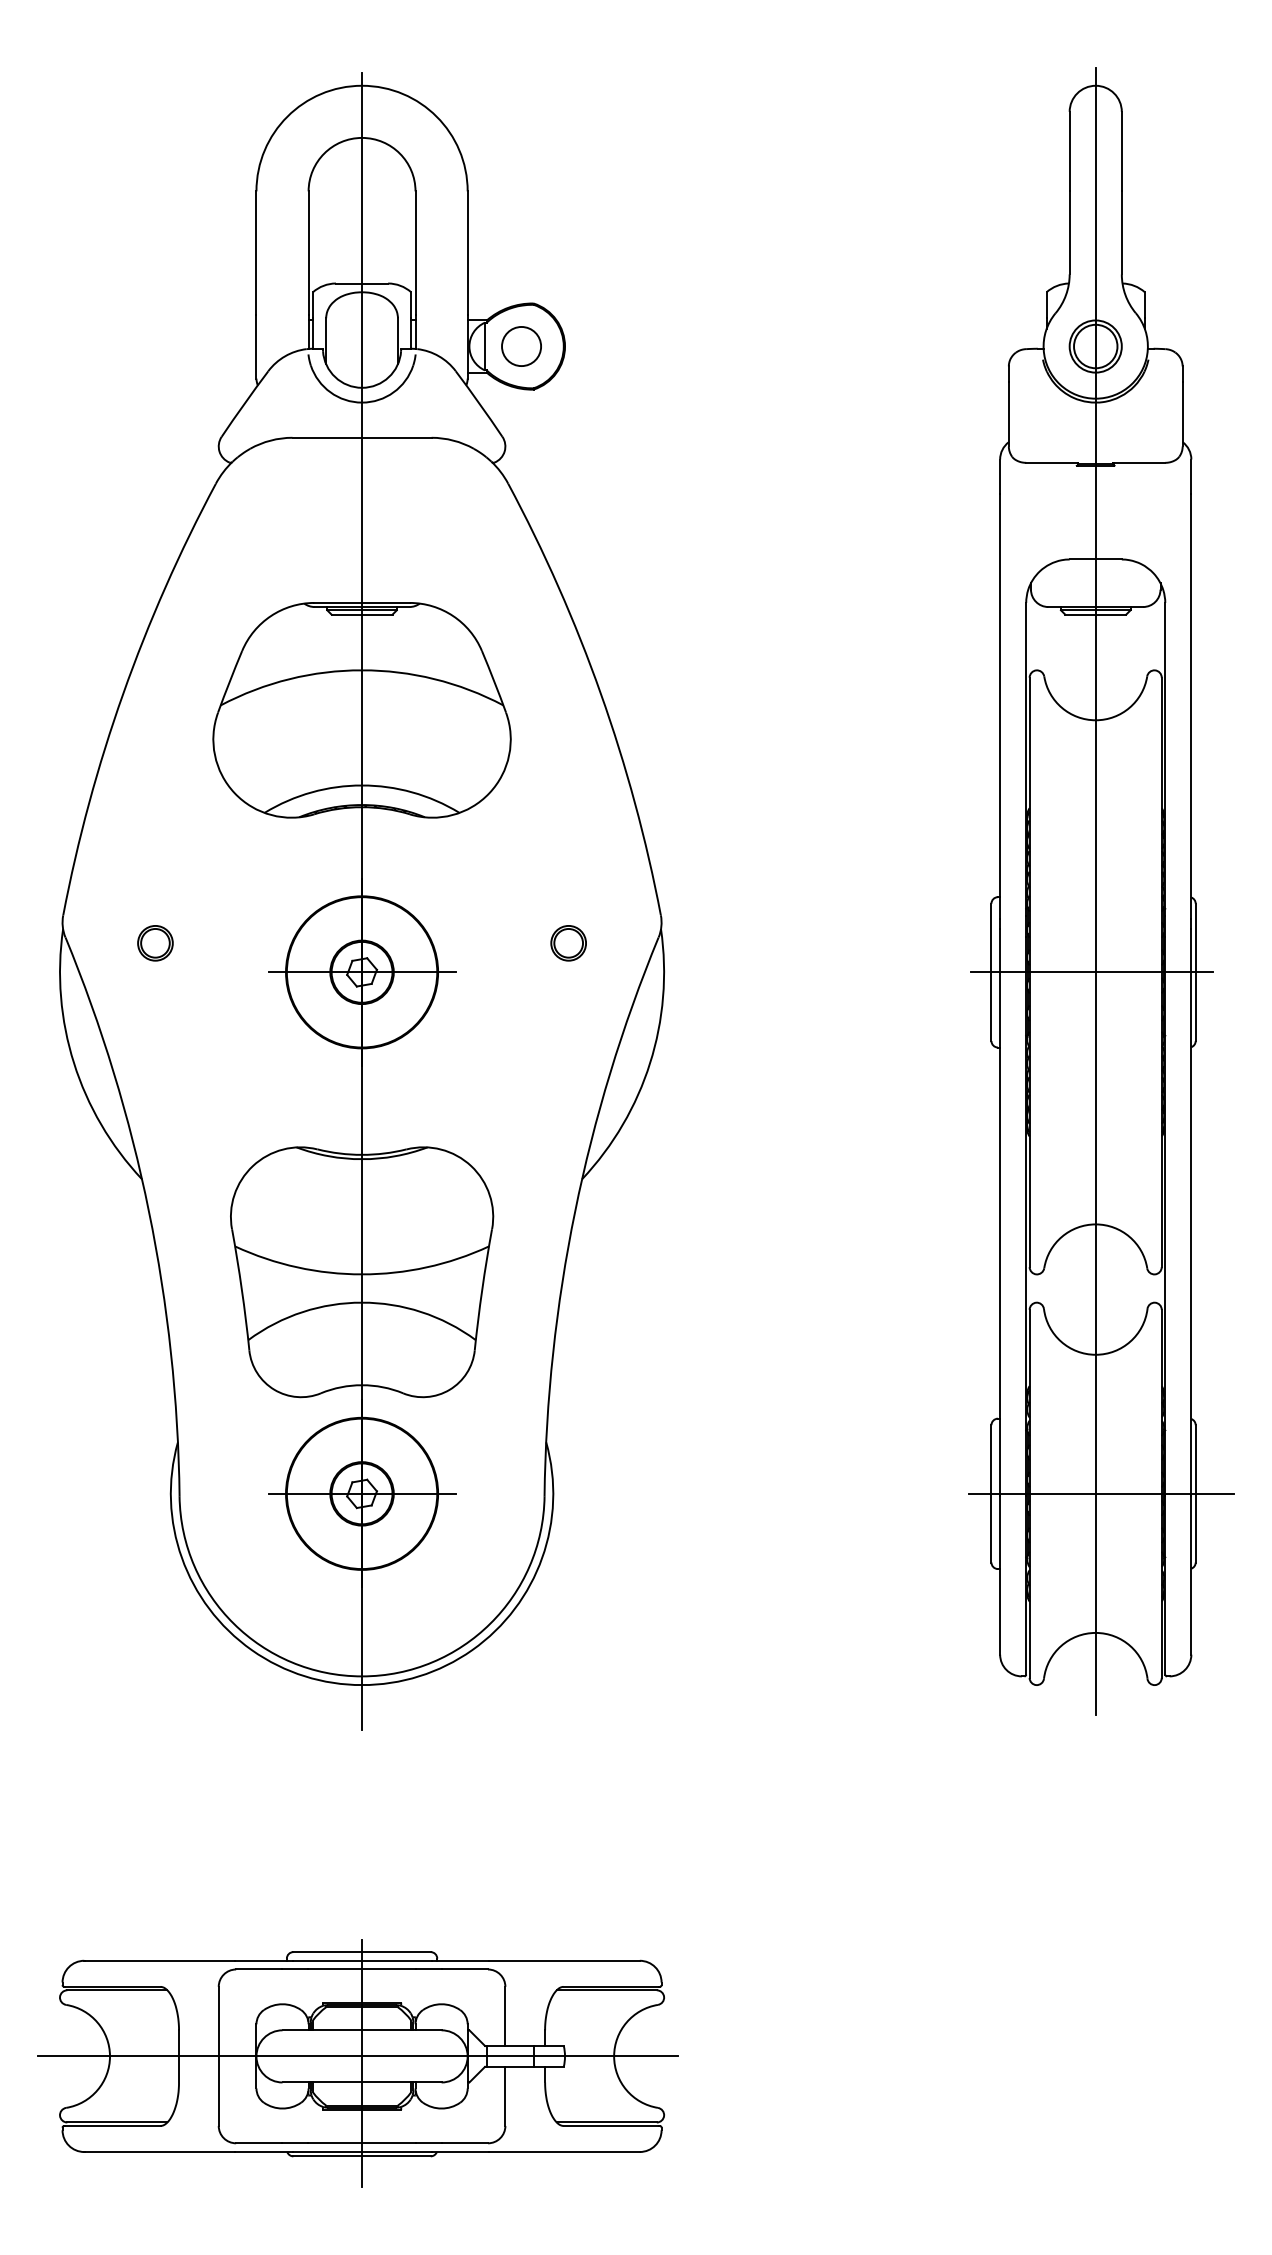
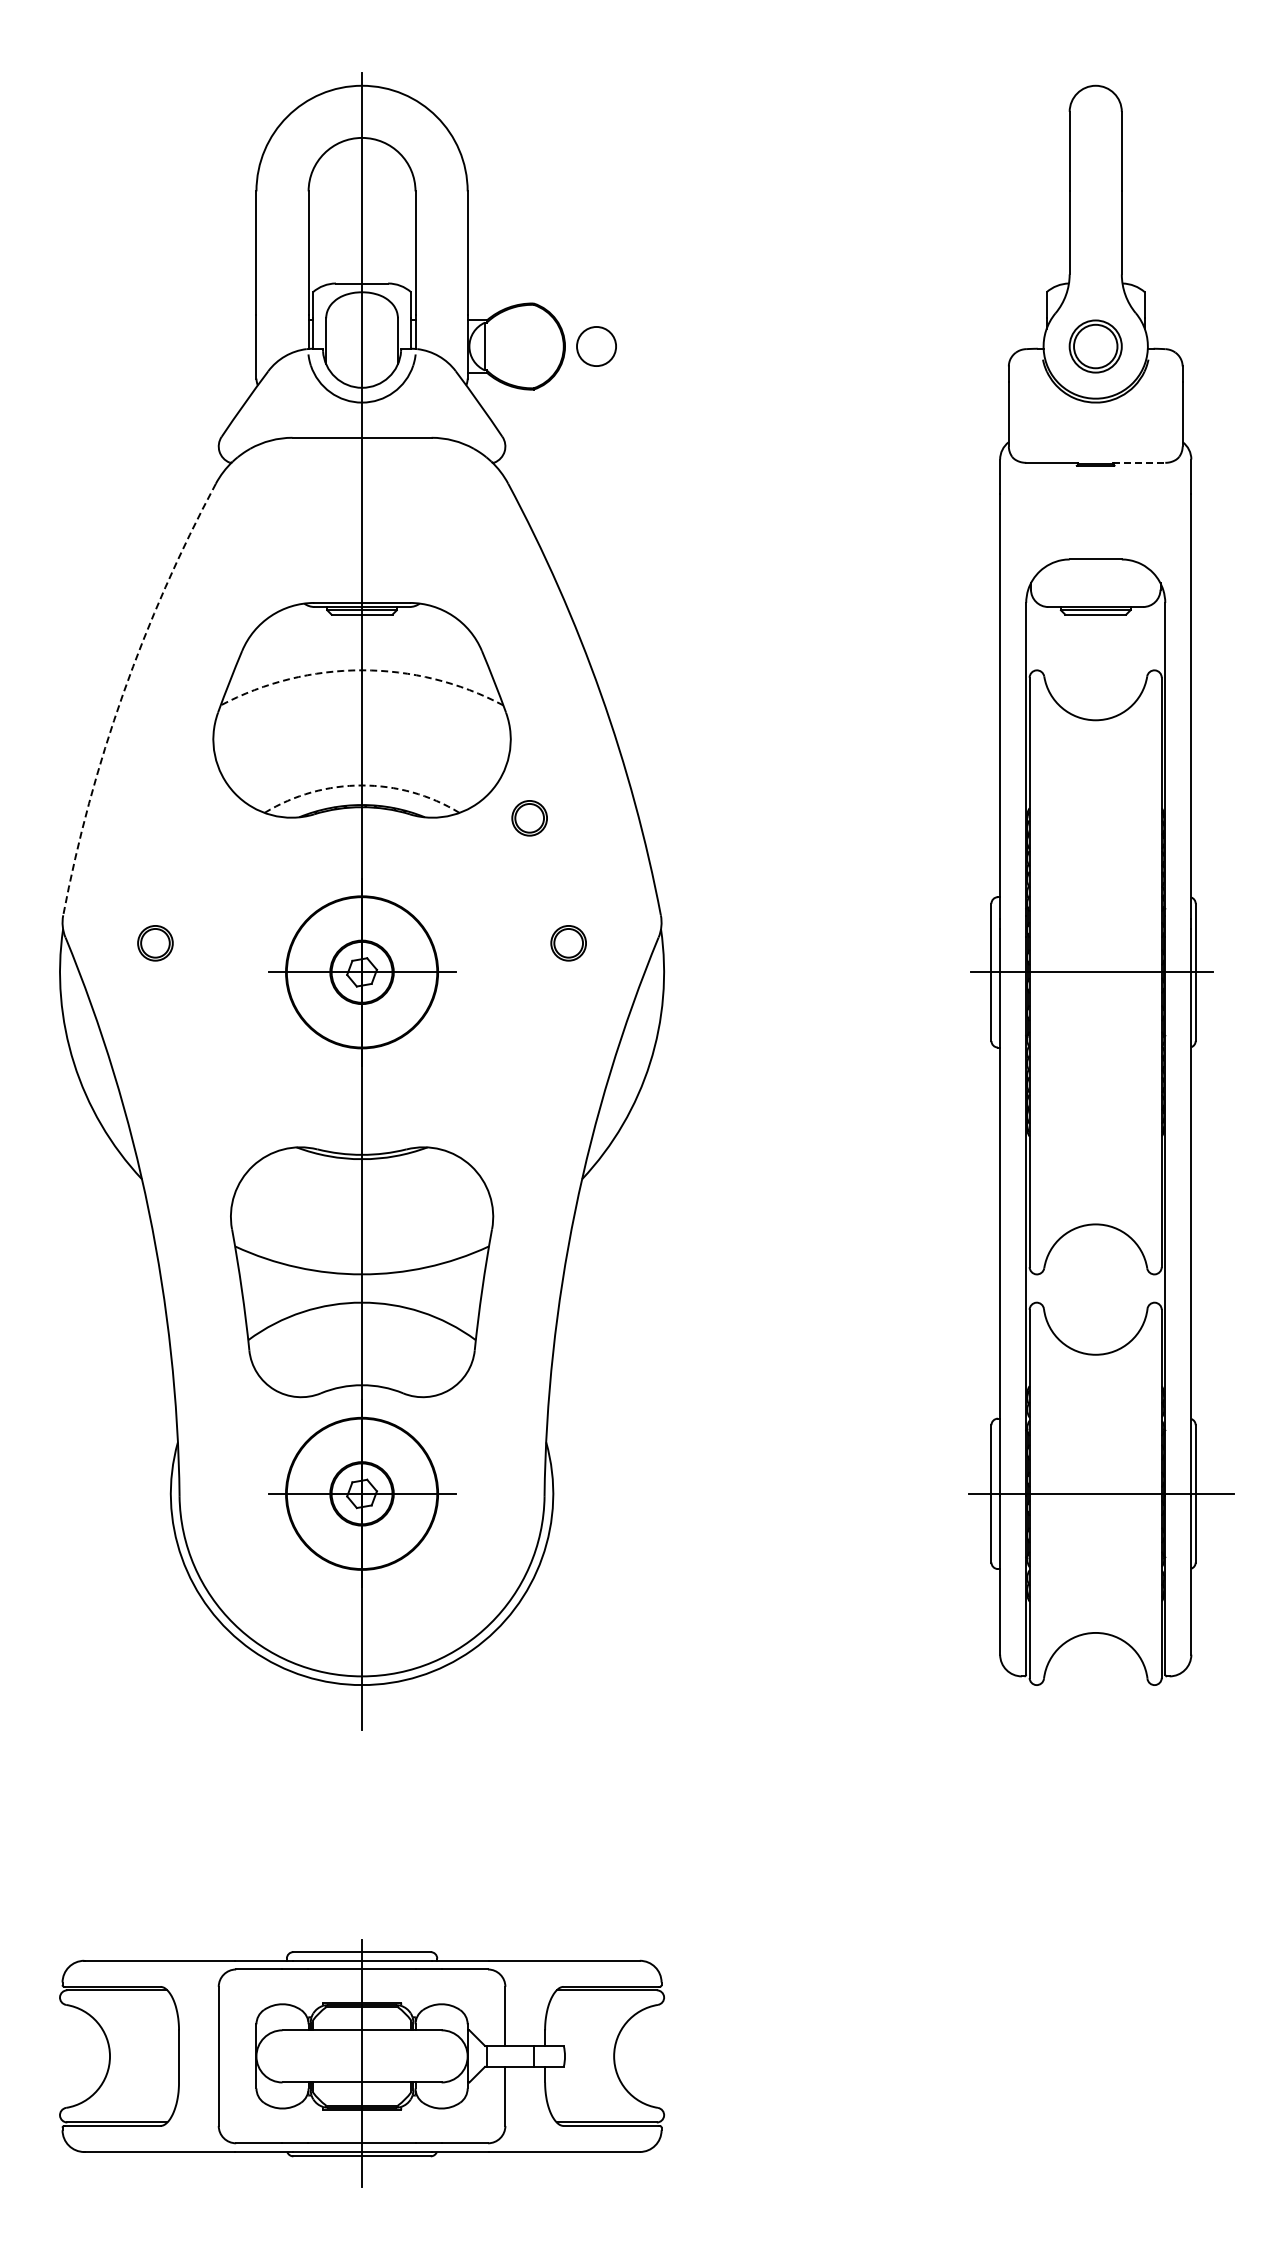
circle at (521, 346) position: (521, 346) -> (596, 346)
line at (1139, 462): solid -> dashed
arc at (362, 670): solid -> dashed
arc at (123, 693): solid -> dashed
arc at (362, 785): solid -> dashed
part at (529, 818): none -> present
line at (1095, 891): present -> none
line at (357, 2056): present -> none
